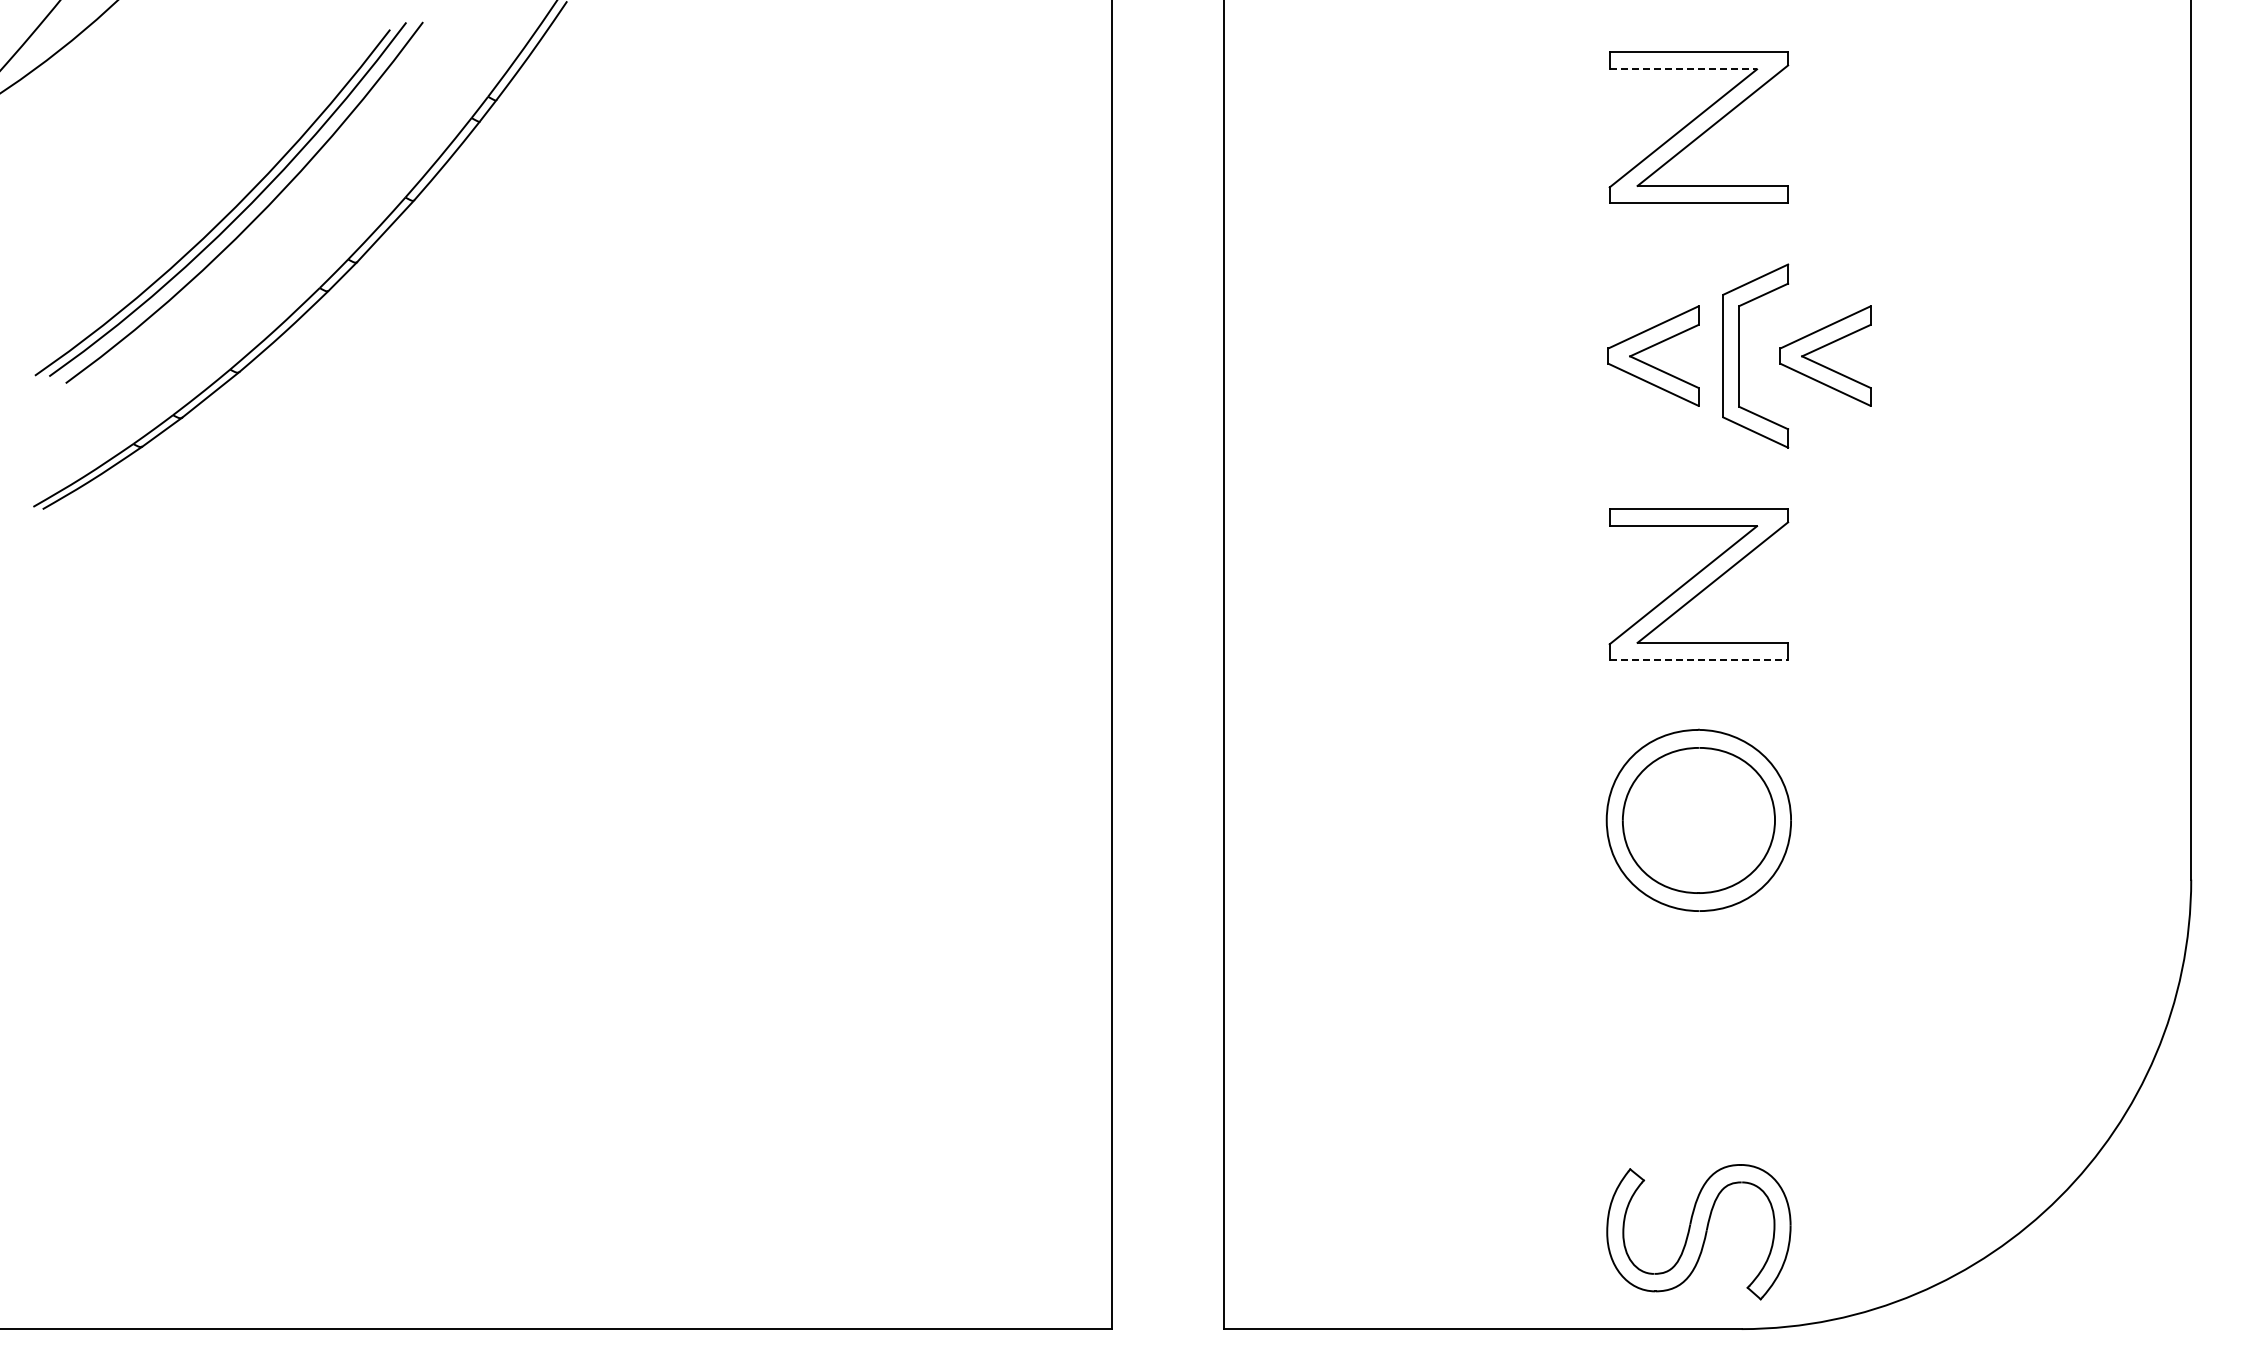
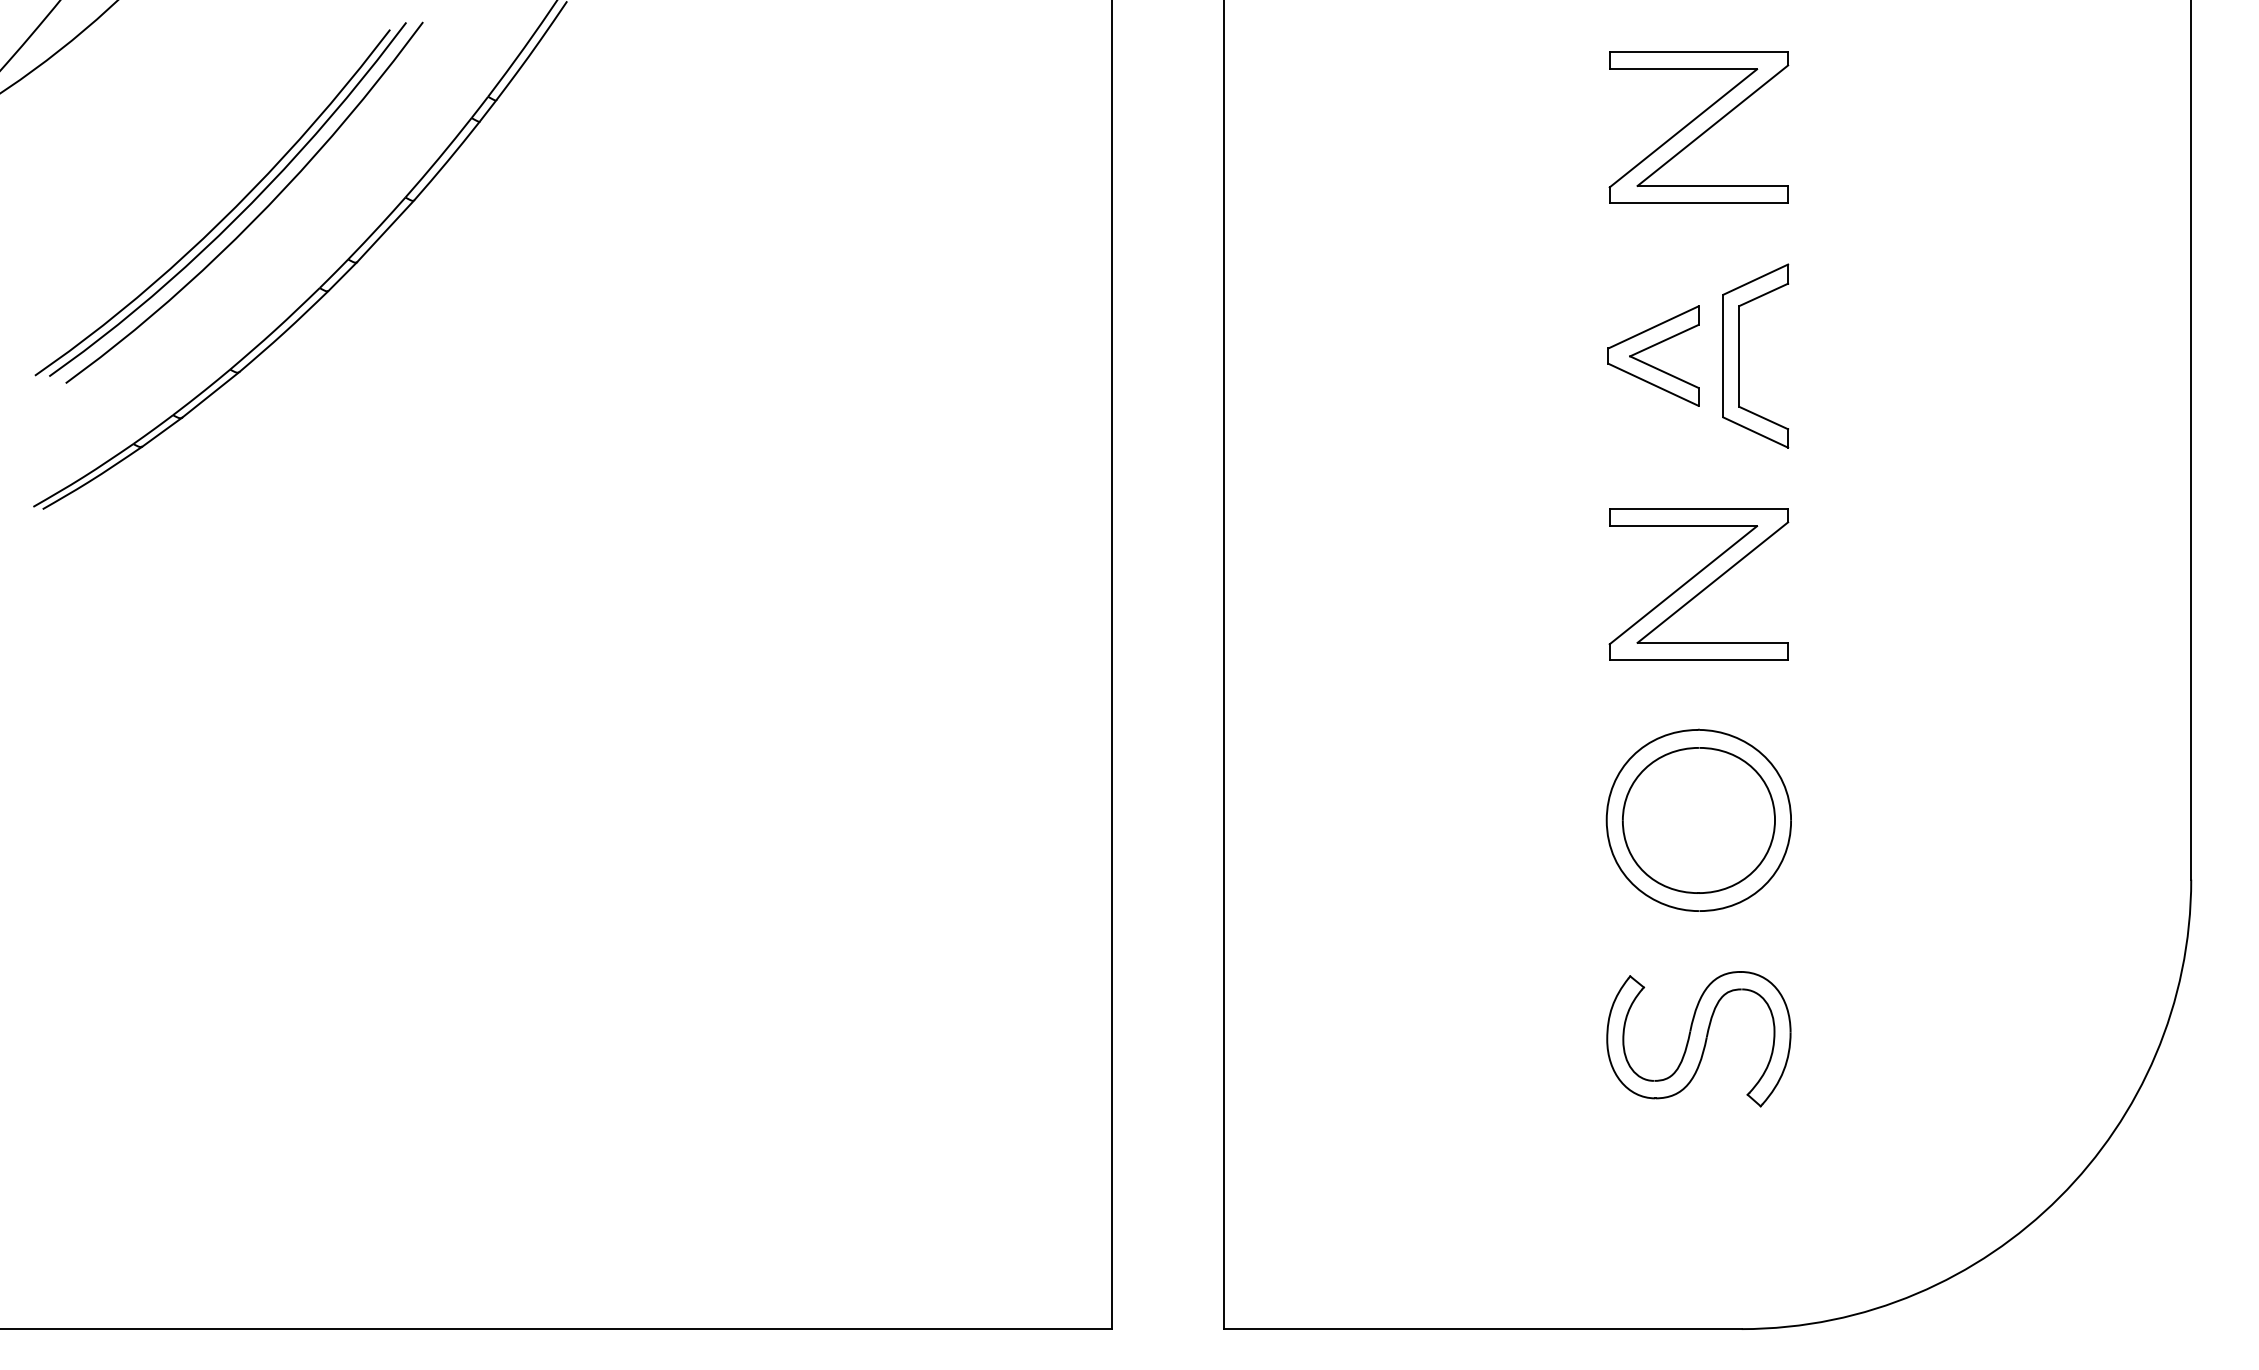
line at (1683, 69): dashed -> solid
part at (1824, 347): present -> none
line at (1699, 659): dashed -> solid
part at (1698, 1232) position: (1698, 1232) -> (1698, 1039)
